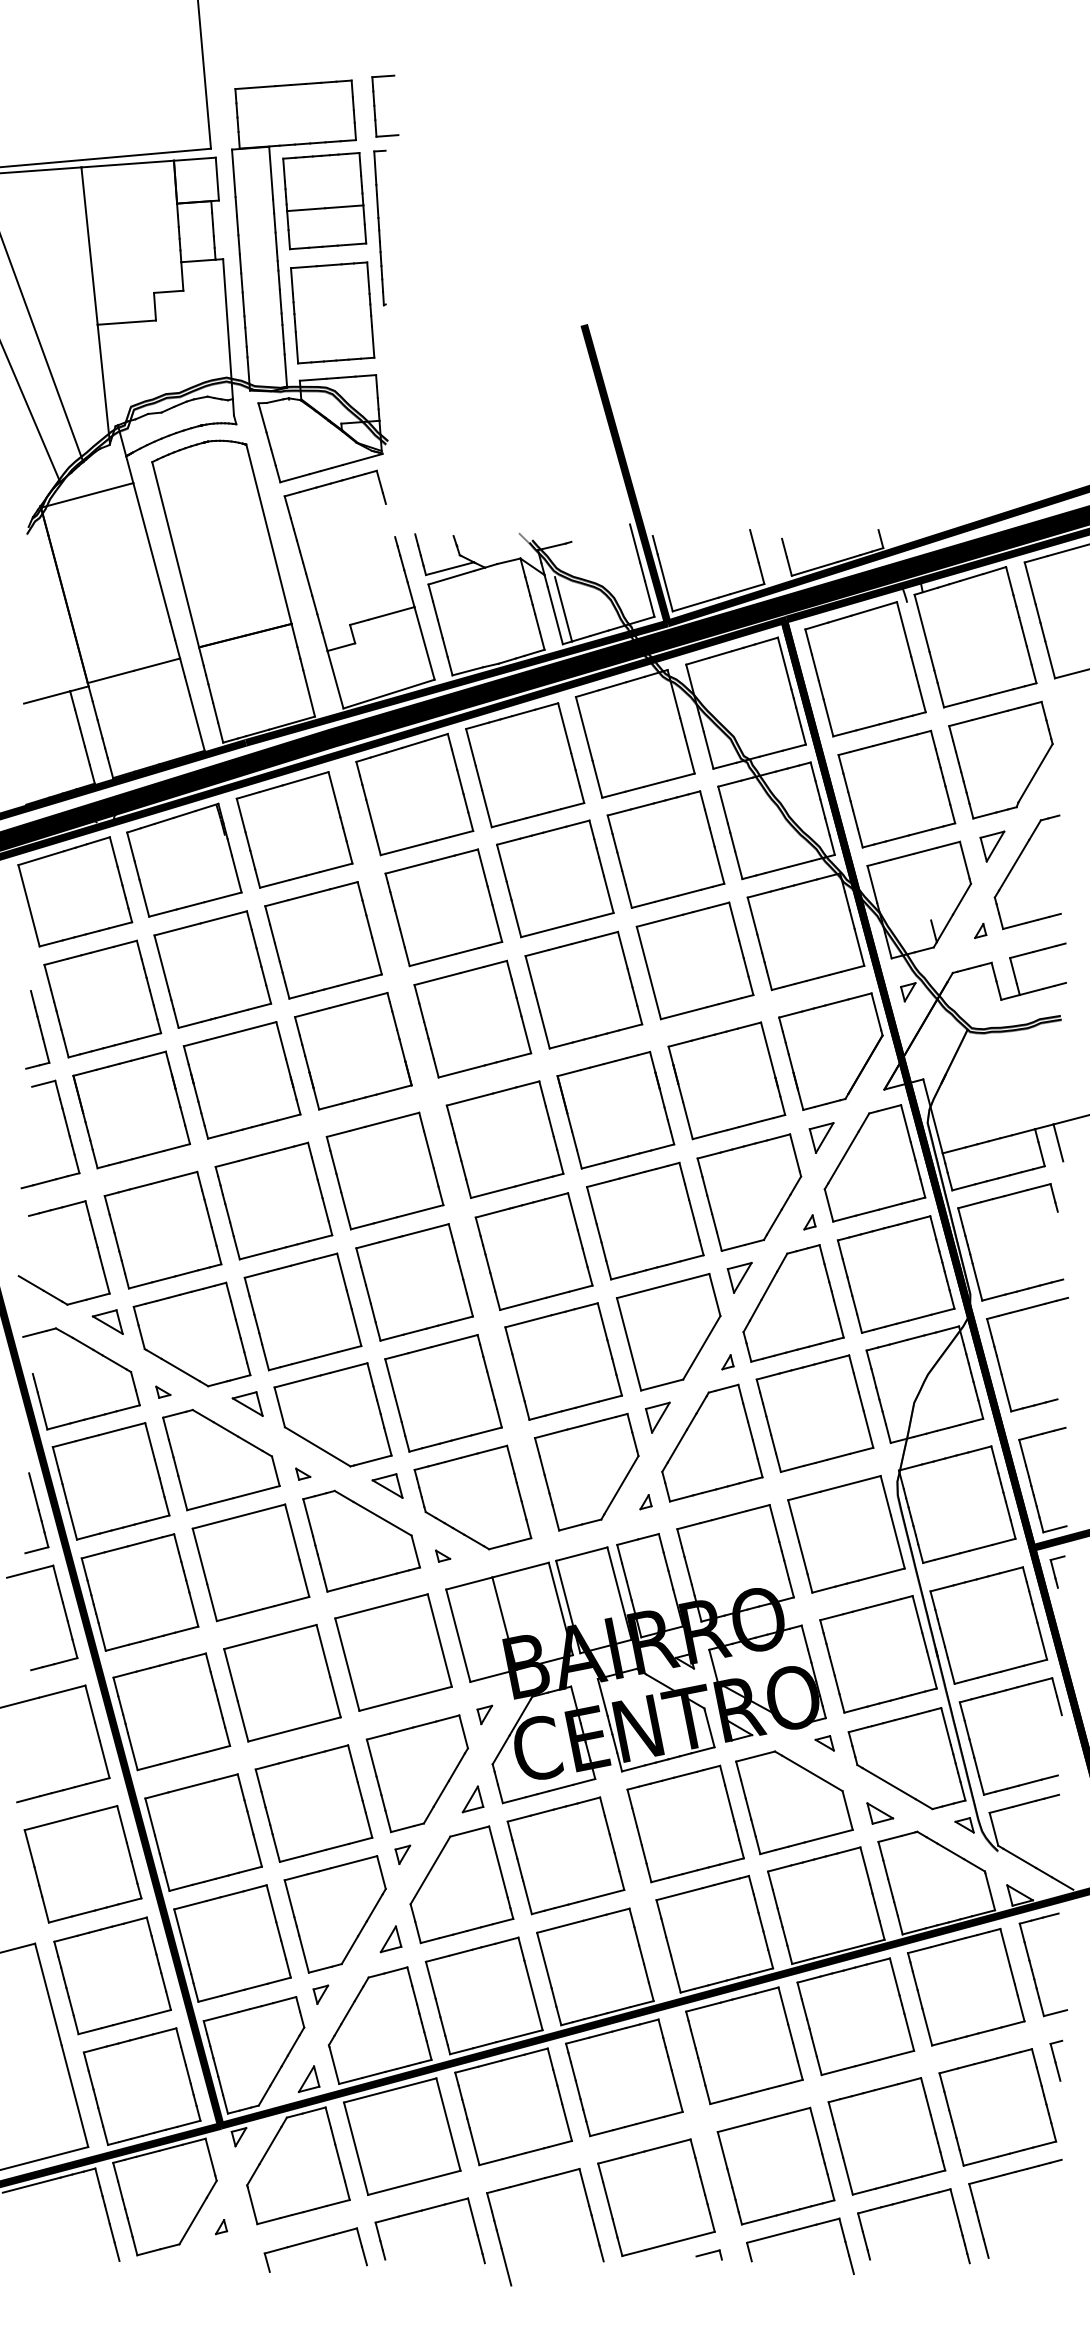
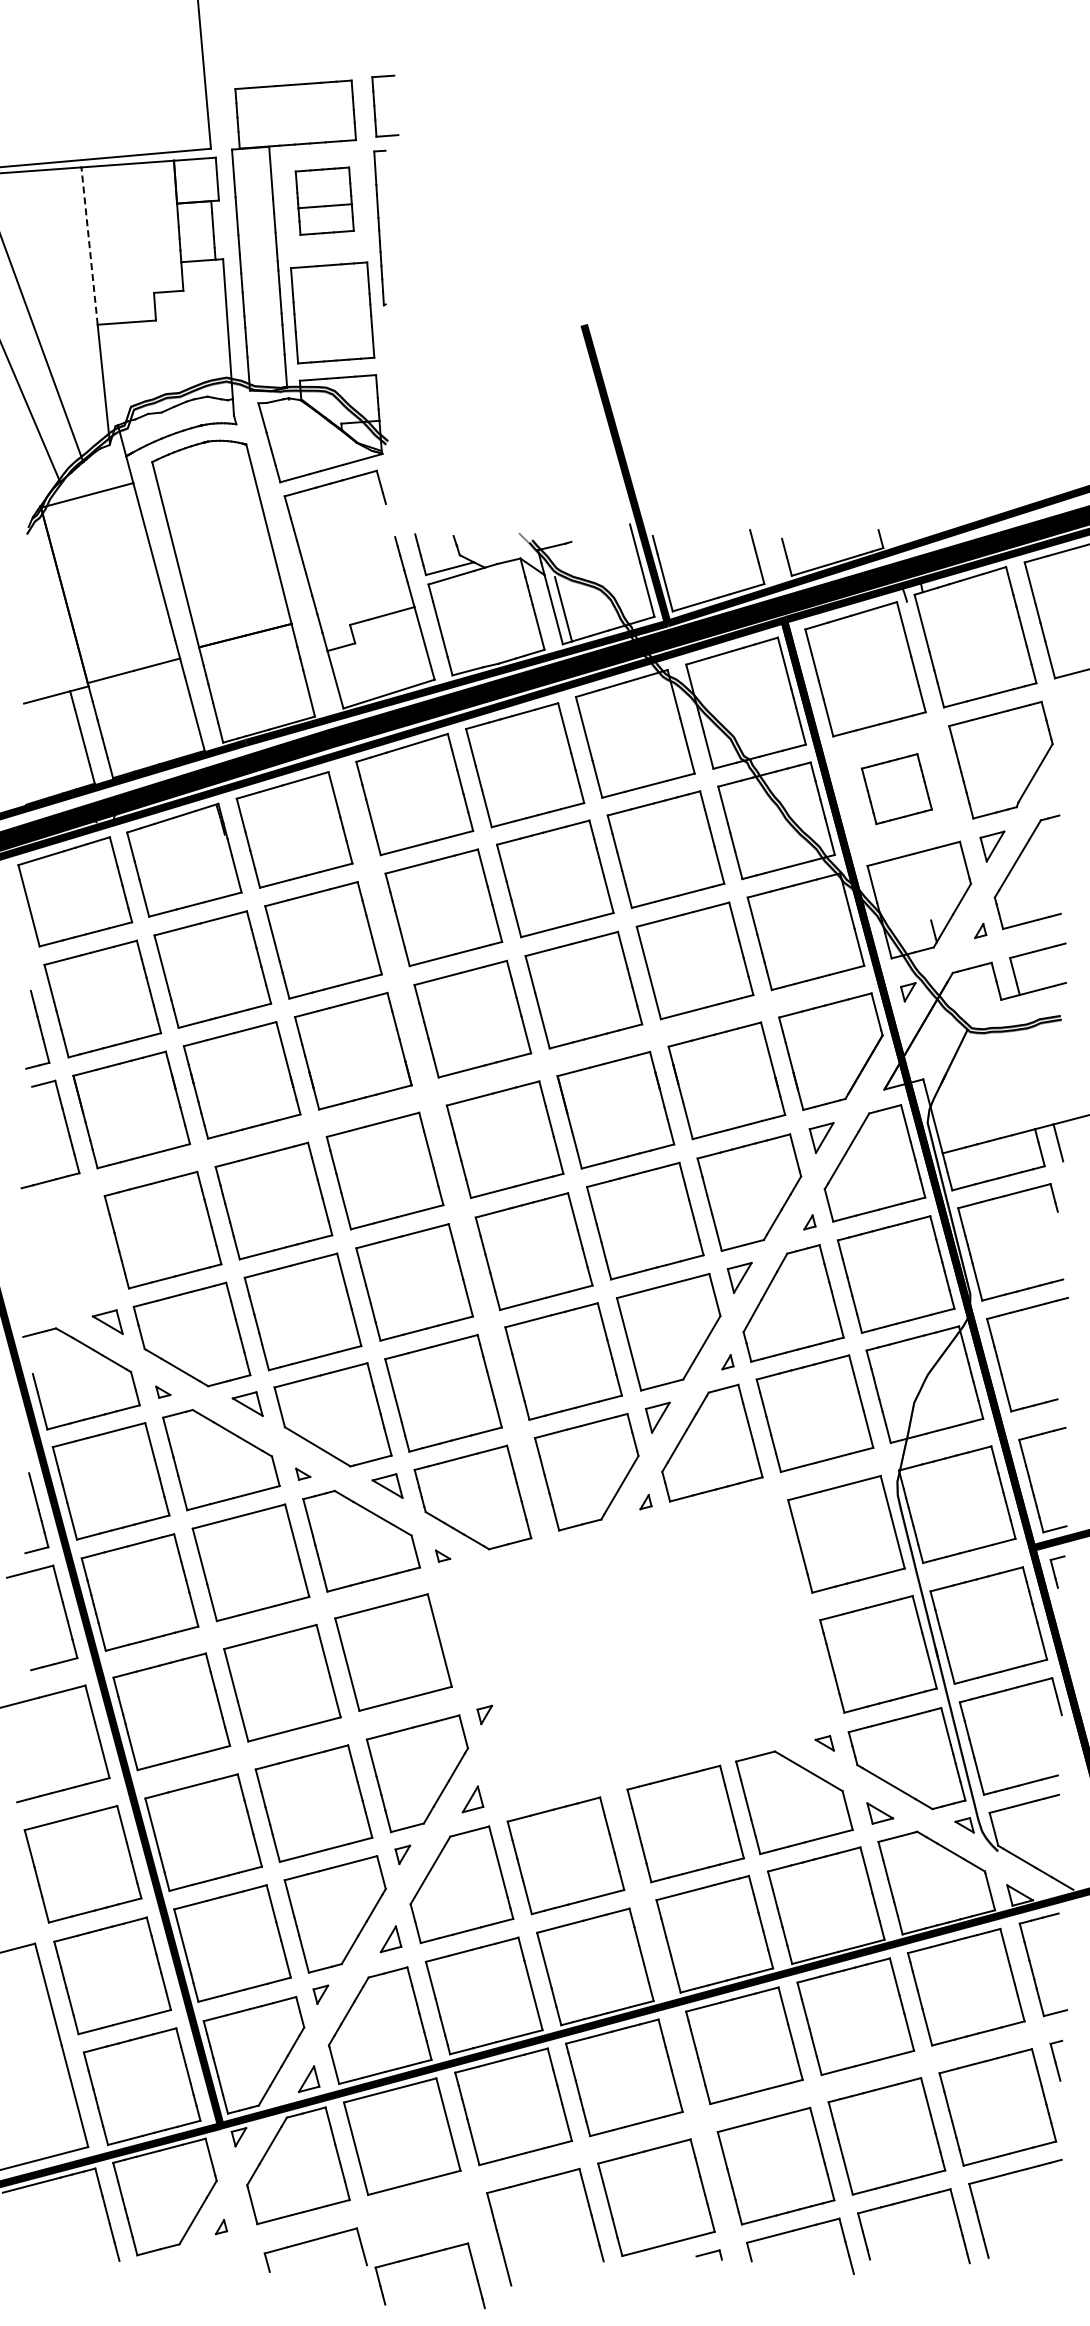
part at (324, 201) size: 86x99 px -> 61x70 px
line at (89, 245): solid -> dashed
part at (896, 788) size: 120x120 px -> 73x73 px
part at (95, 1244): present -> none
part at (635, 1654): present -> none
part at (426, 2210) position: (426, 2210) -> (426, 2255)
